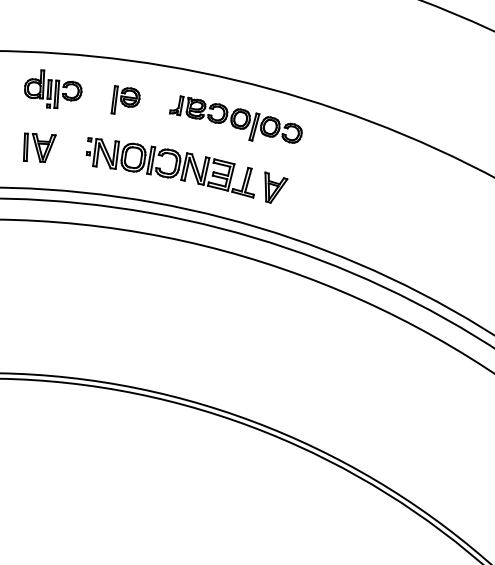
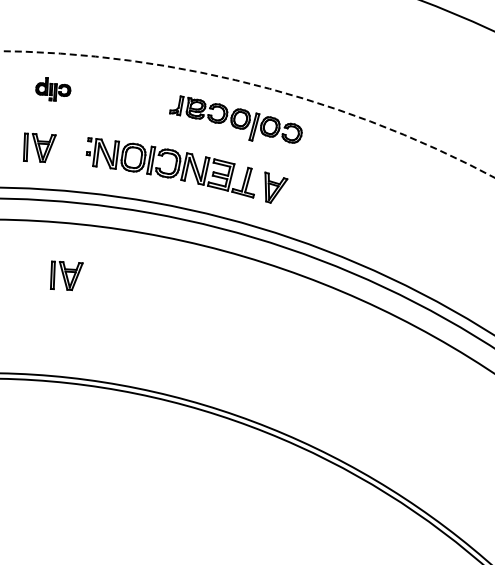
arc at (254, 84): solid -> dashed
part at (53, 89) size: 59x41 px -> 37x25 px
part at (125, 99): present -> none
part at (66, 275): none -> present
